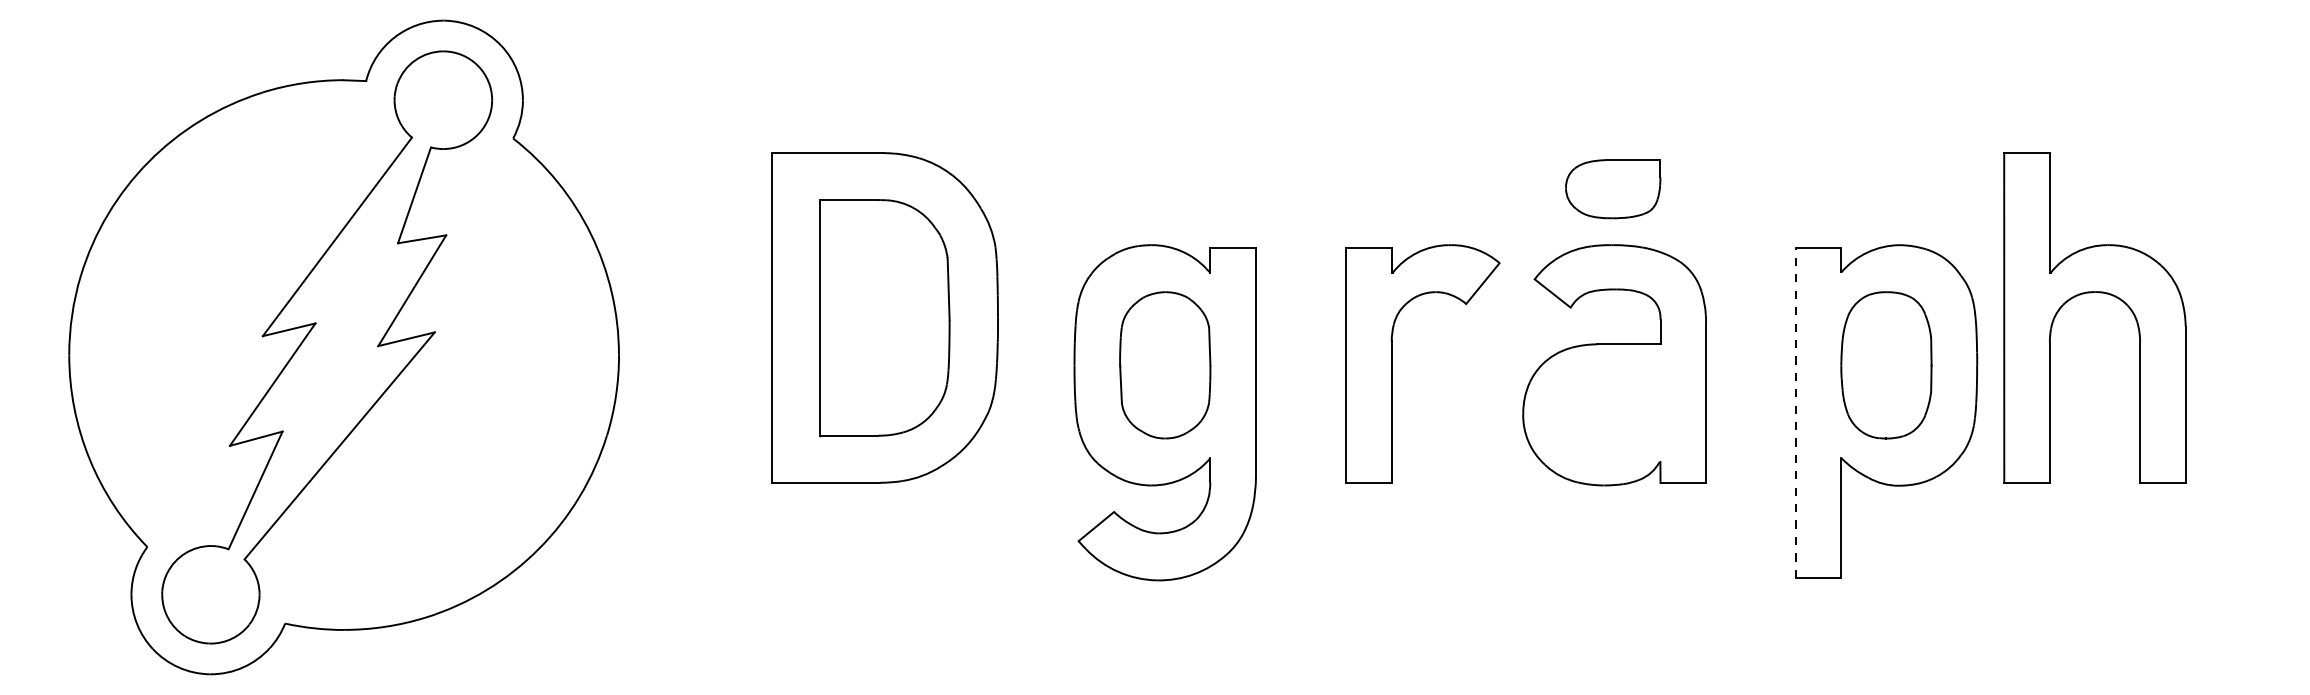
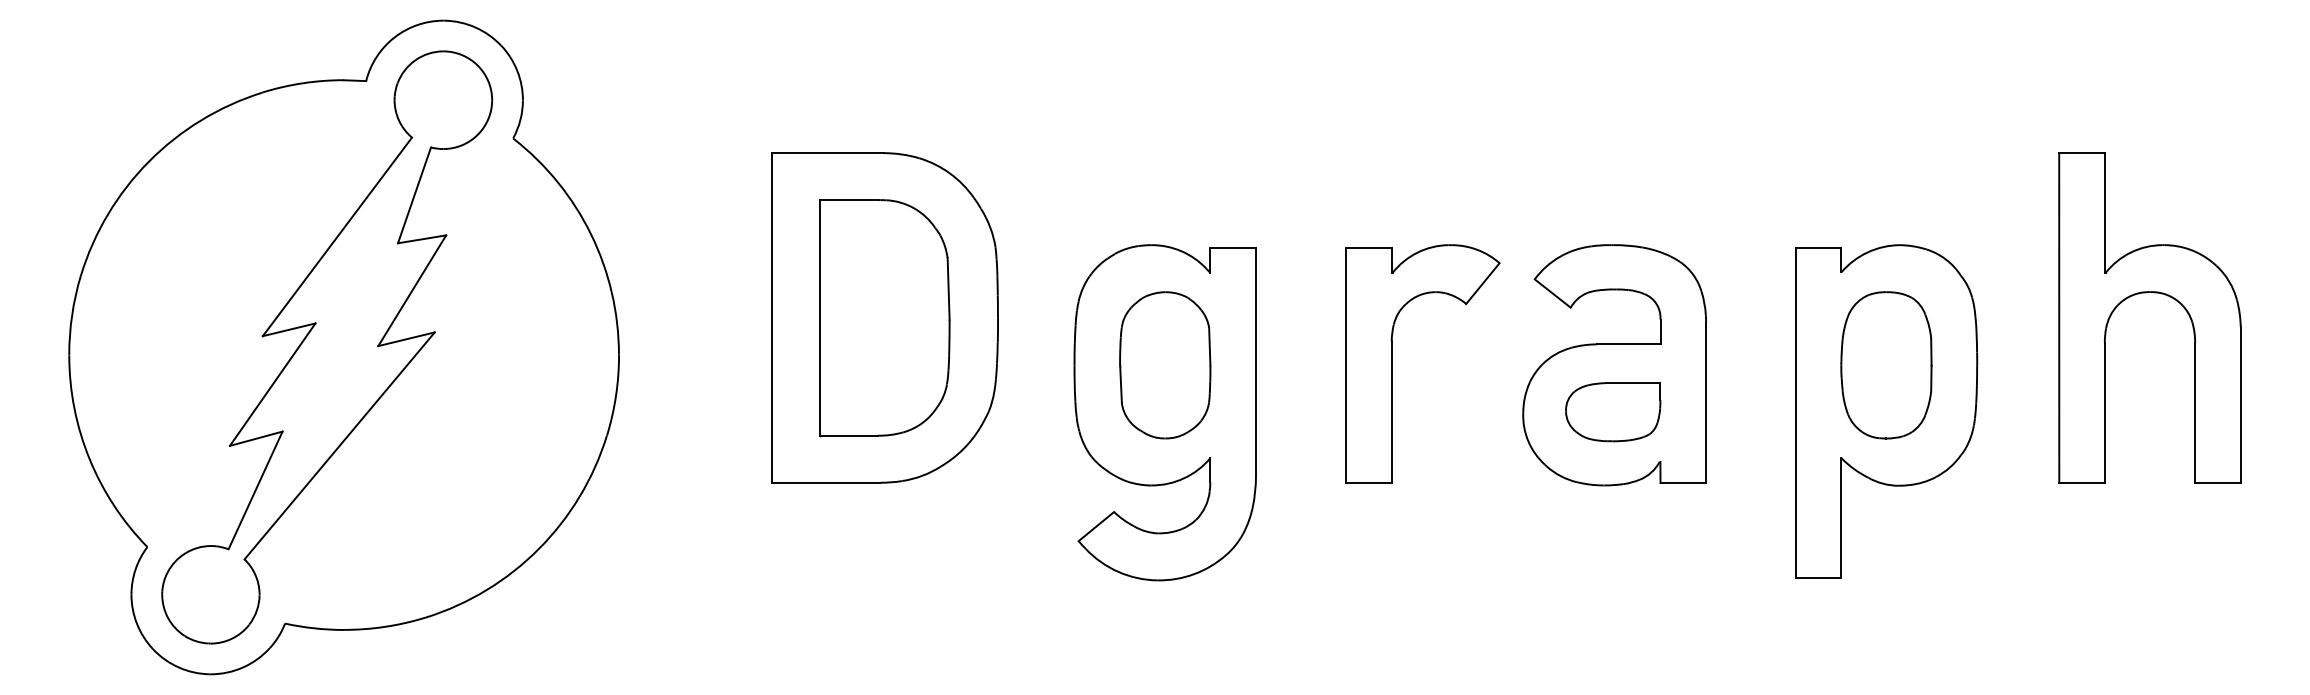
part at (1613, 189) position: (1613, 189) -> (1613, 412)
part at (2091, 293) position: (2091, 293) -> (2146, 293)
line at (1795, 413): dashed -> solid
